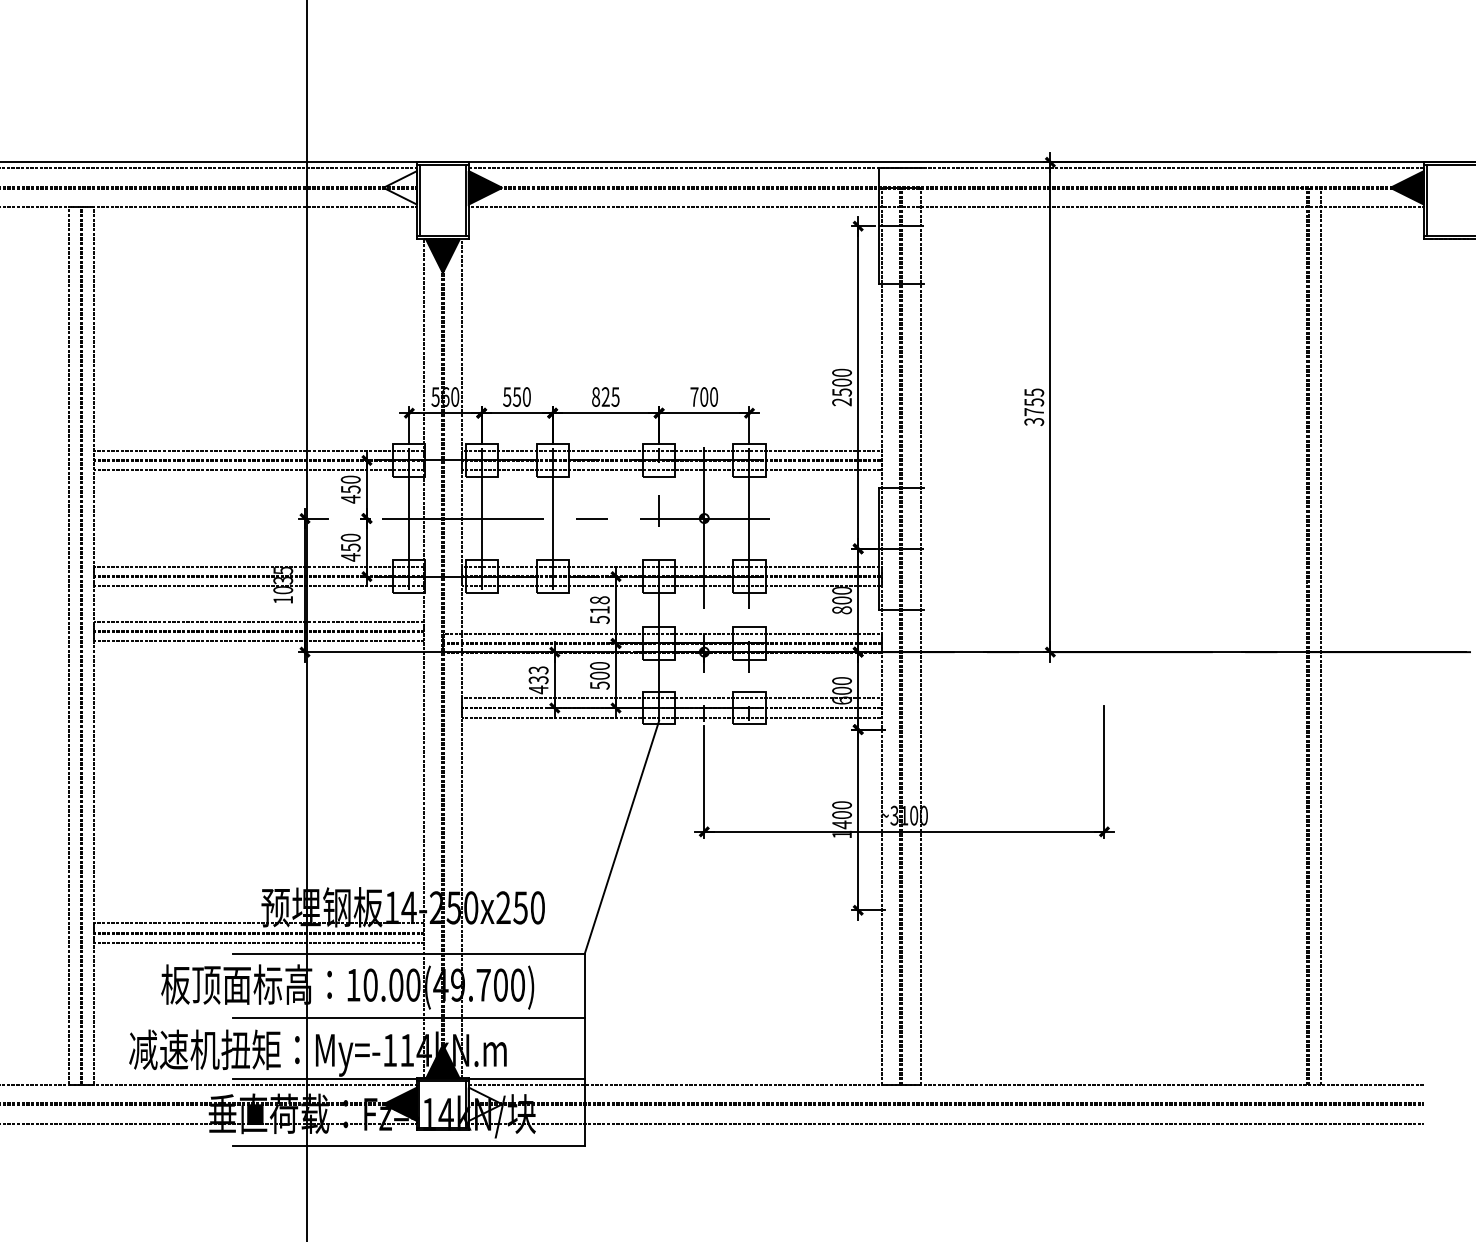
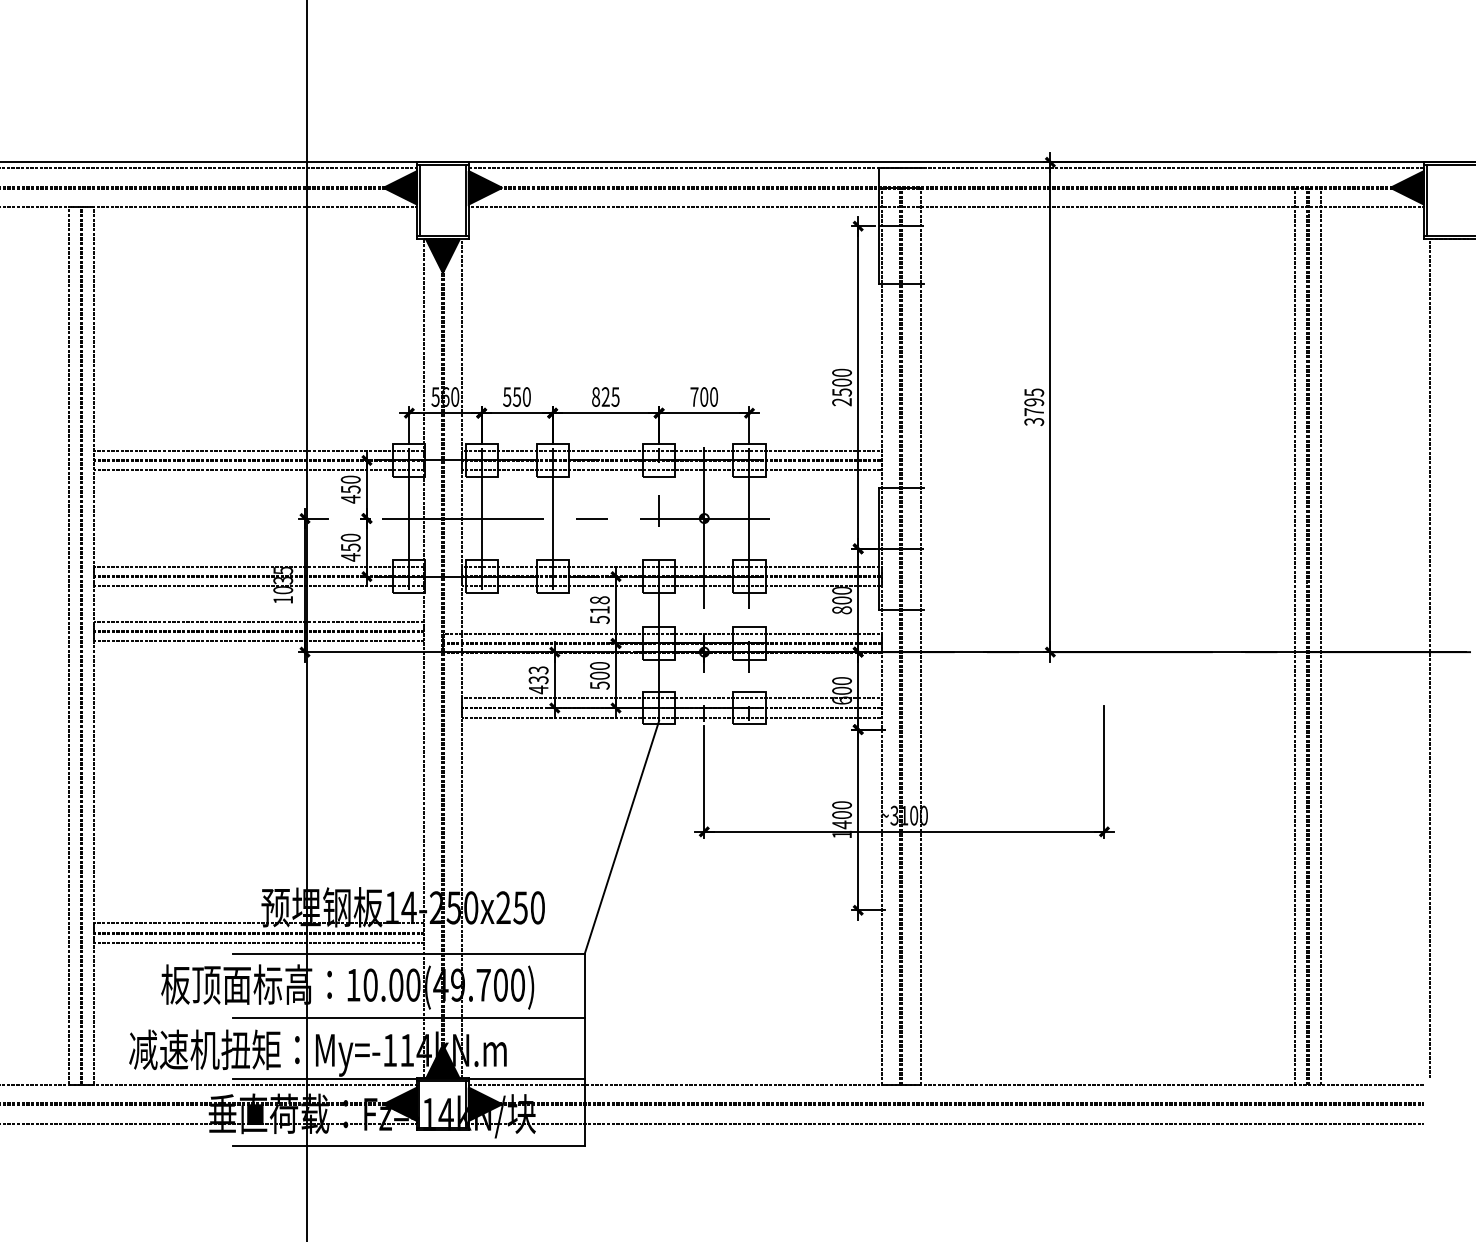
fill at (400, 187): none -> present
text at (1033, 402): 3755 -> 3795
line at (1294, 636): none -> present
line at (1430, 658): none -> present
fill at (485, 1104): none -> present
